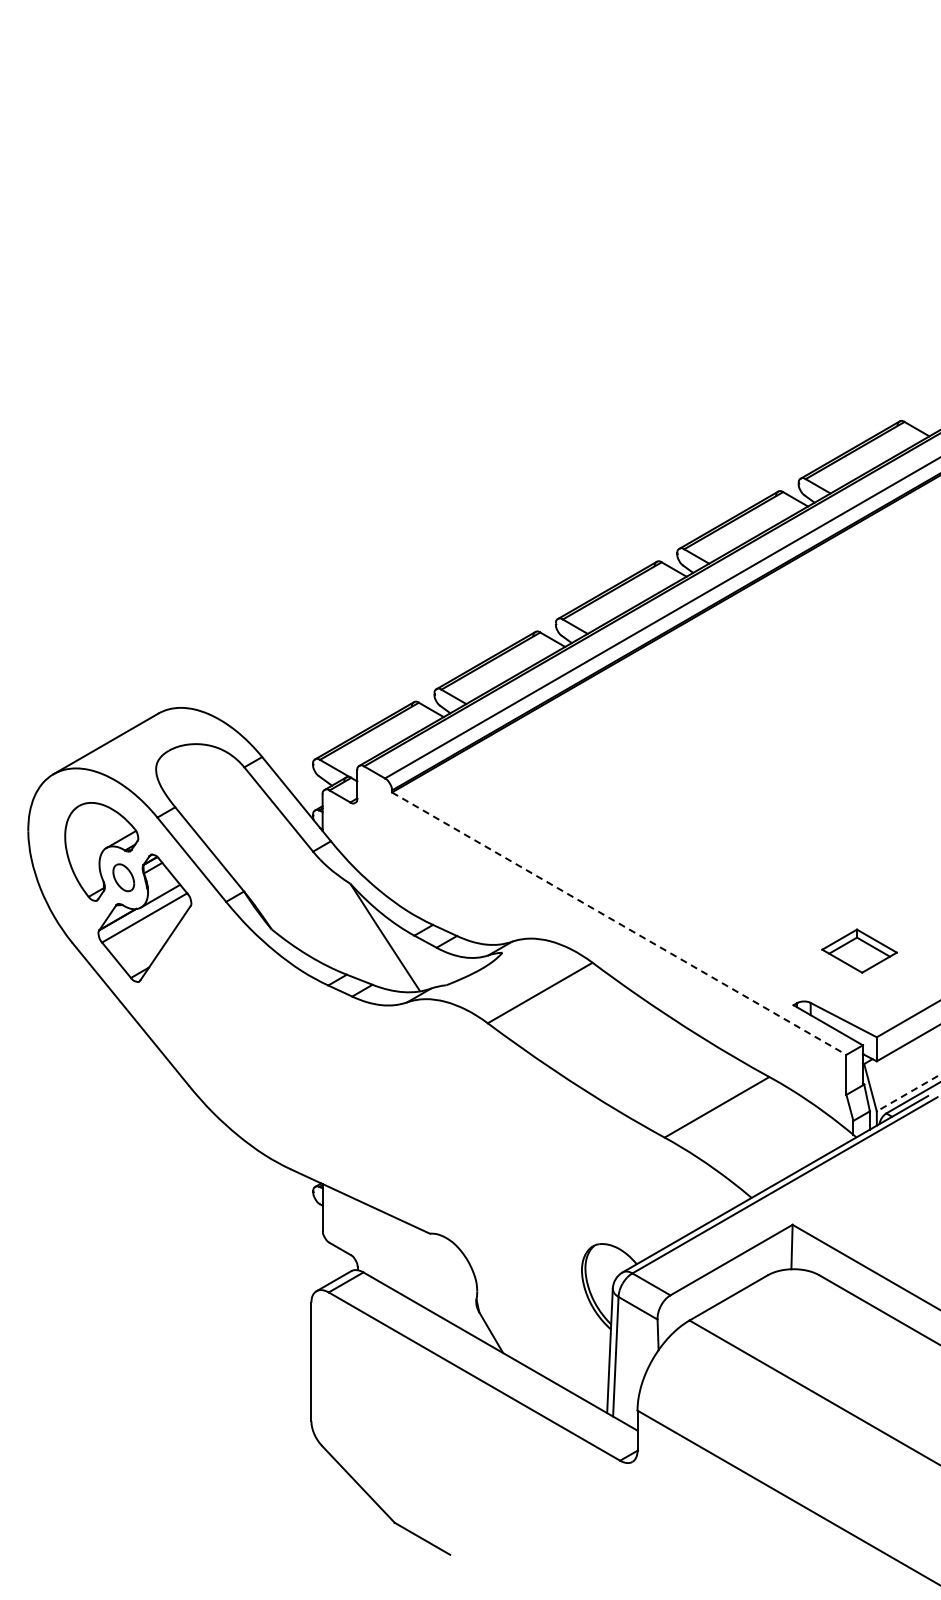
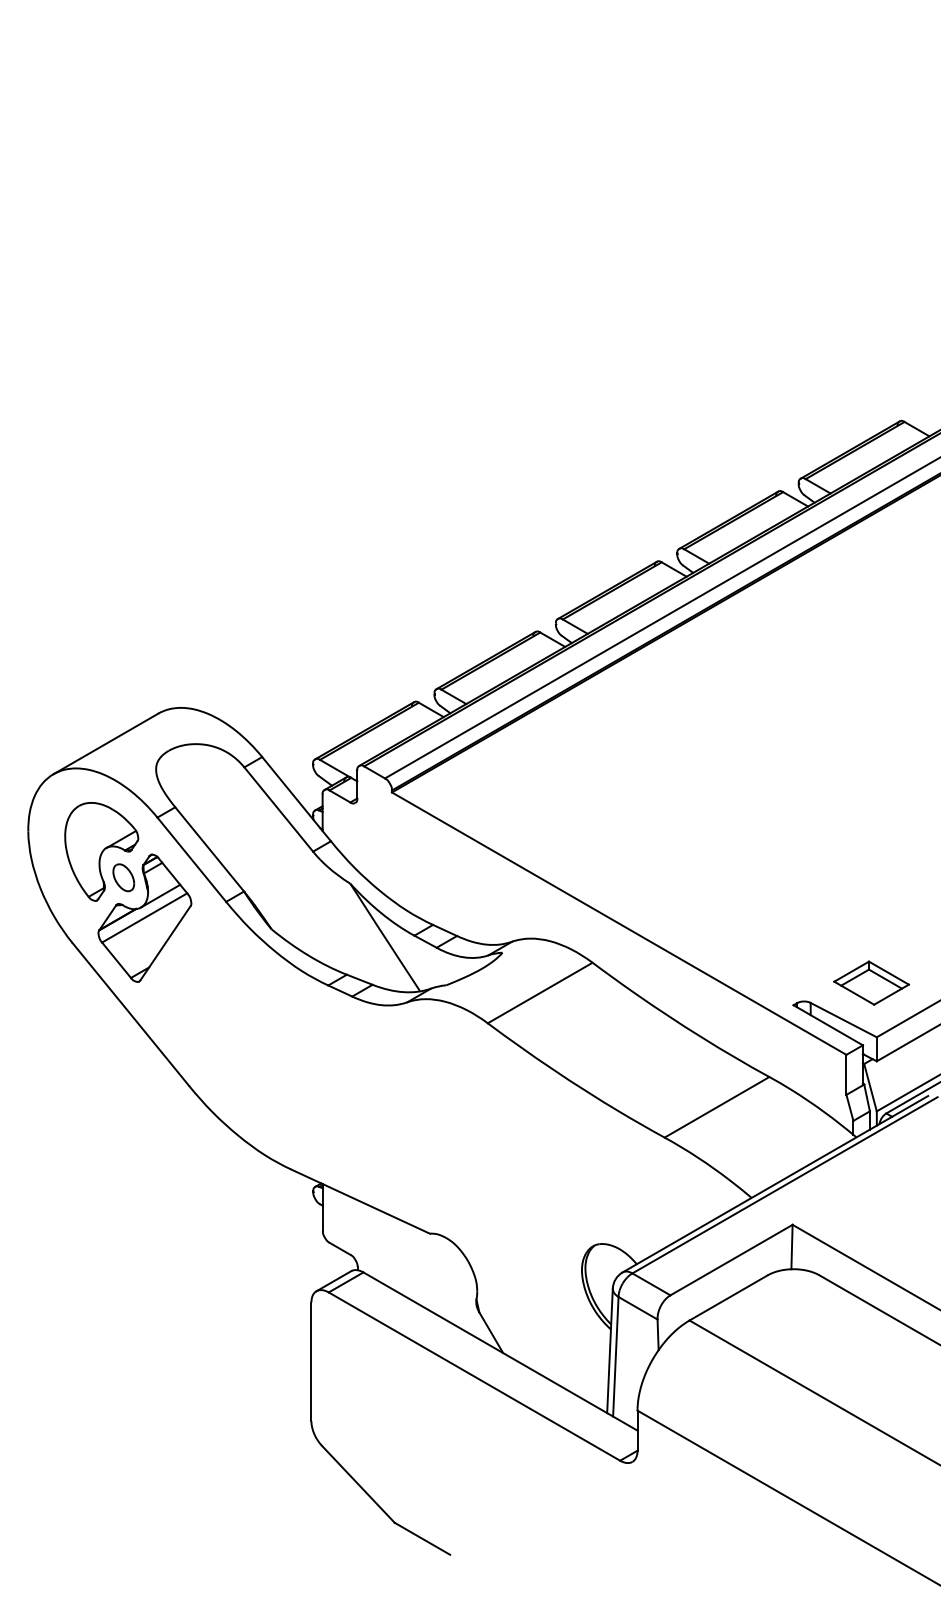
line at (619, 923): dashed -> solid
part at (859, 950) position: (859, 950) -> (871, 982)
line at (908, 1092): dashed -> solid
